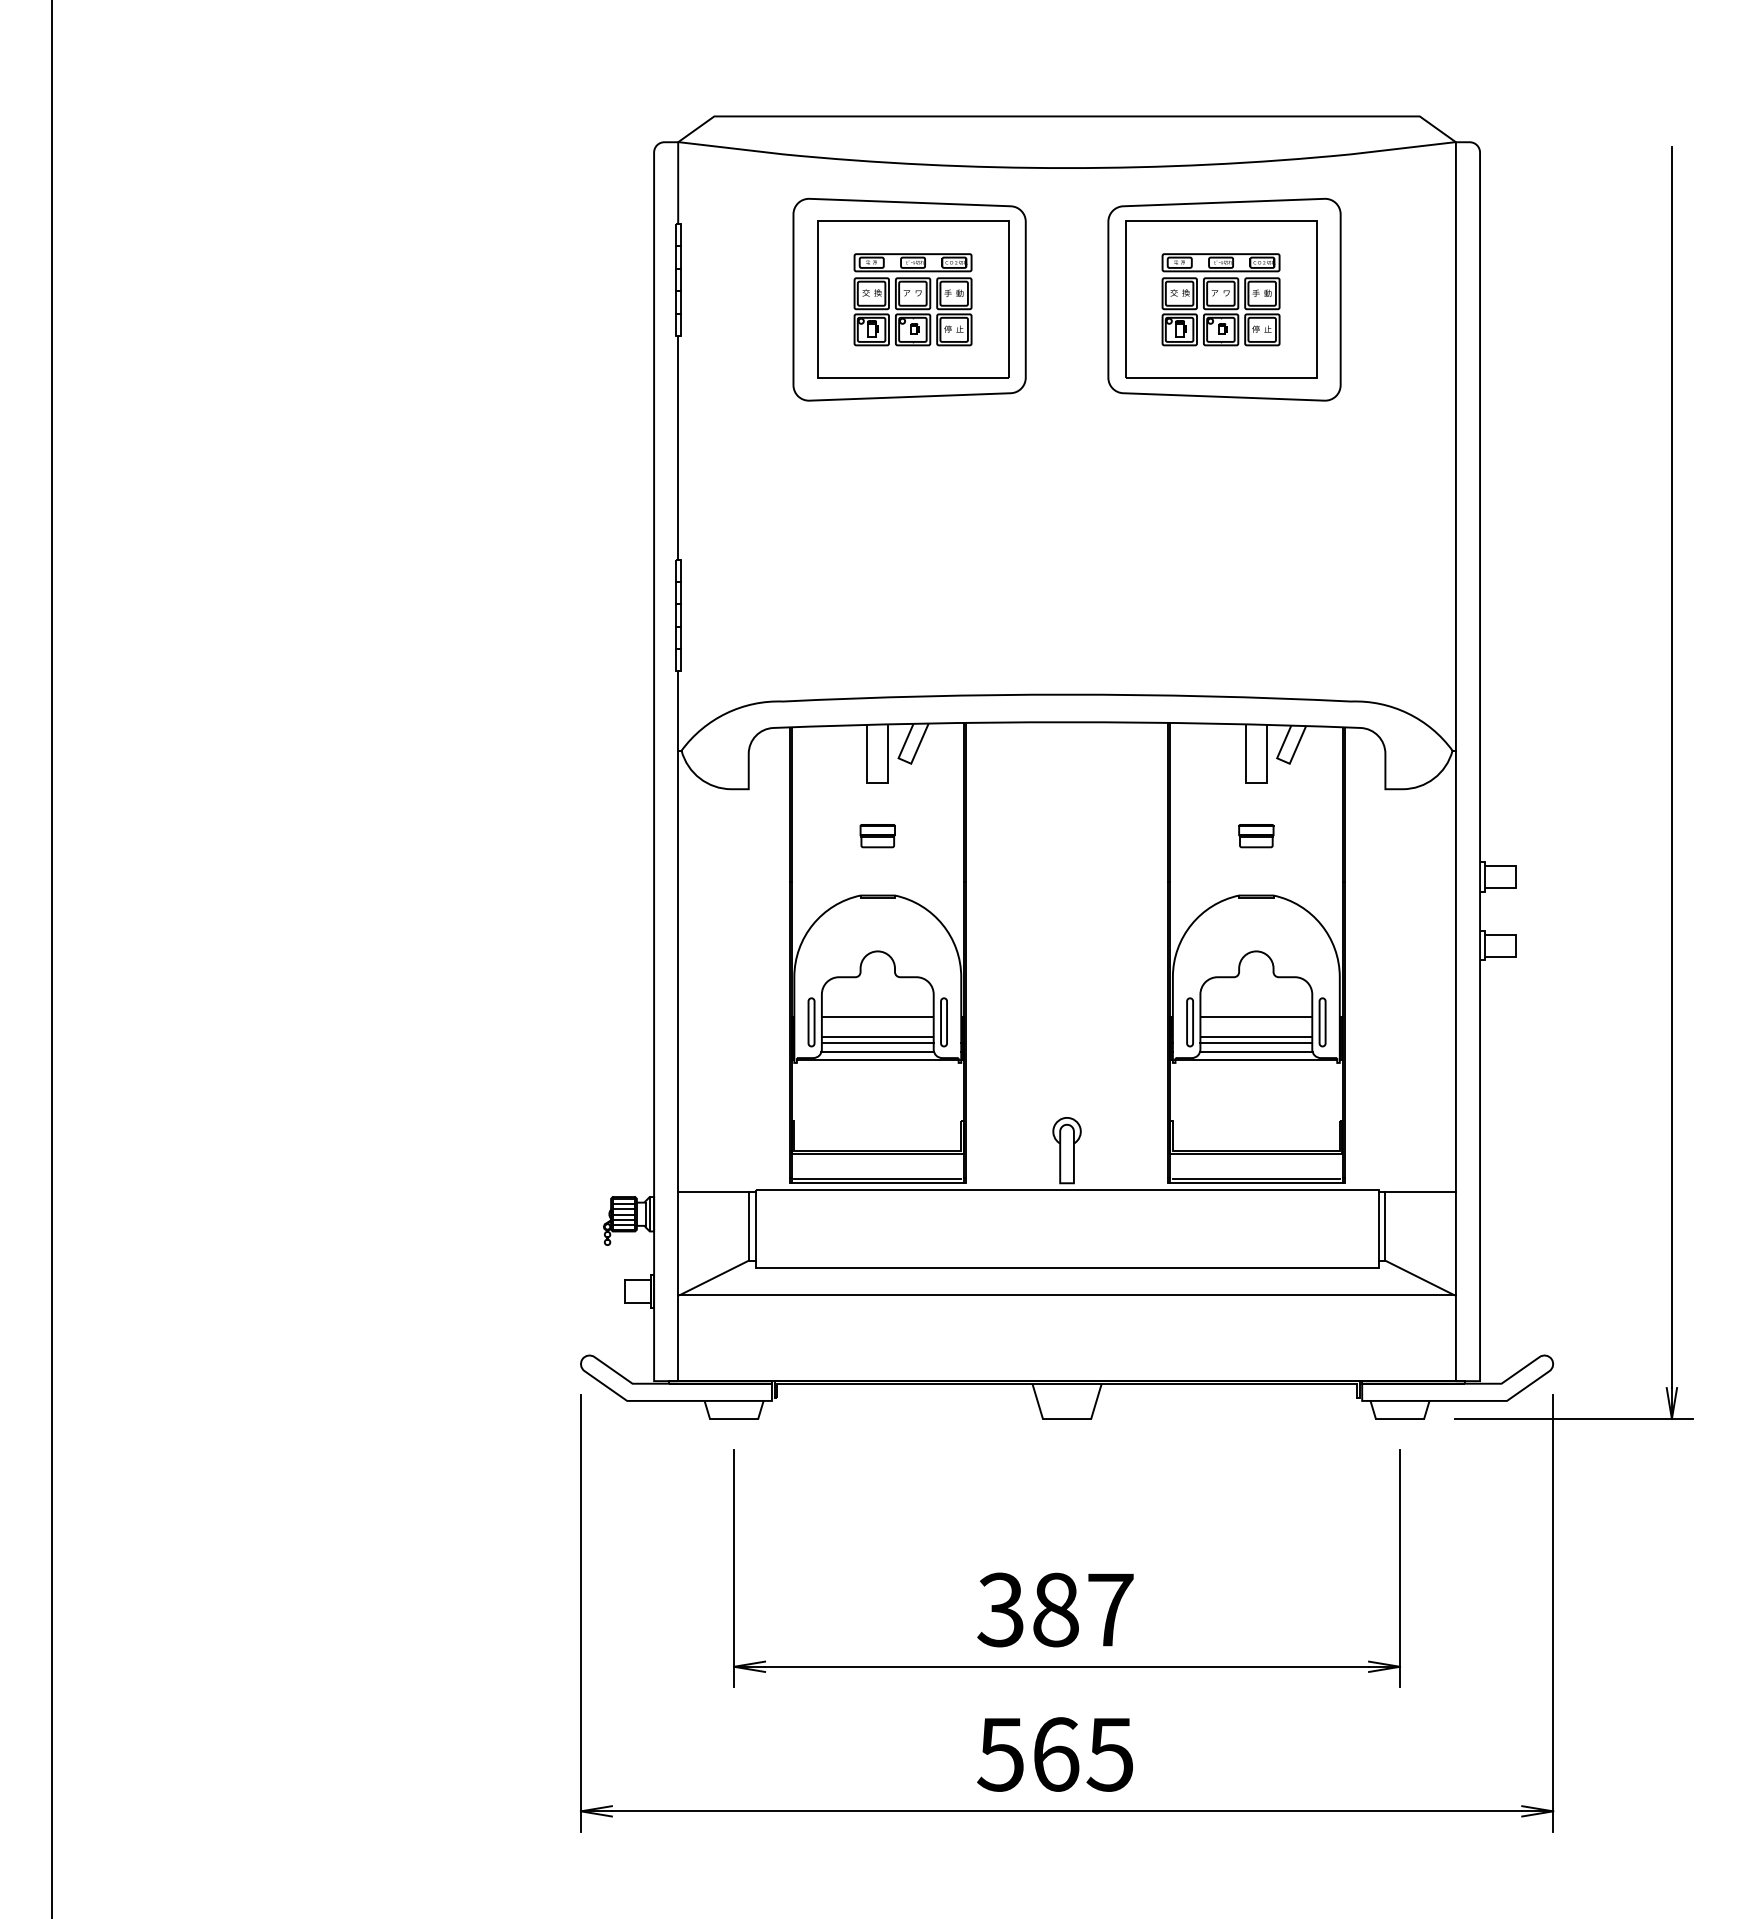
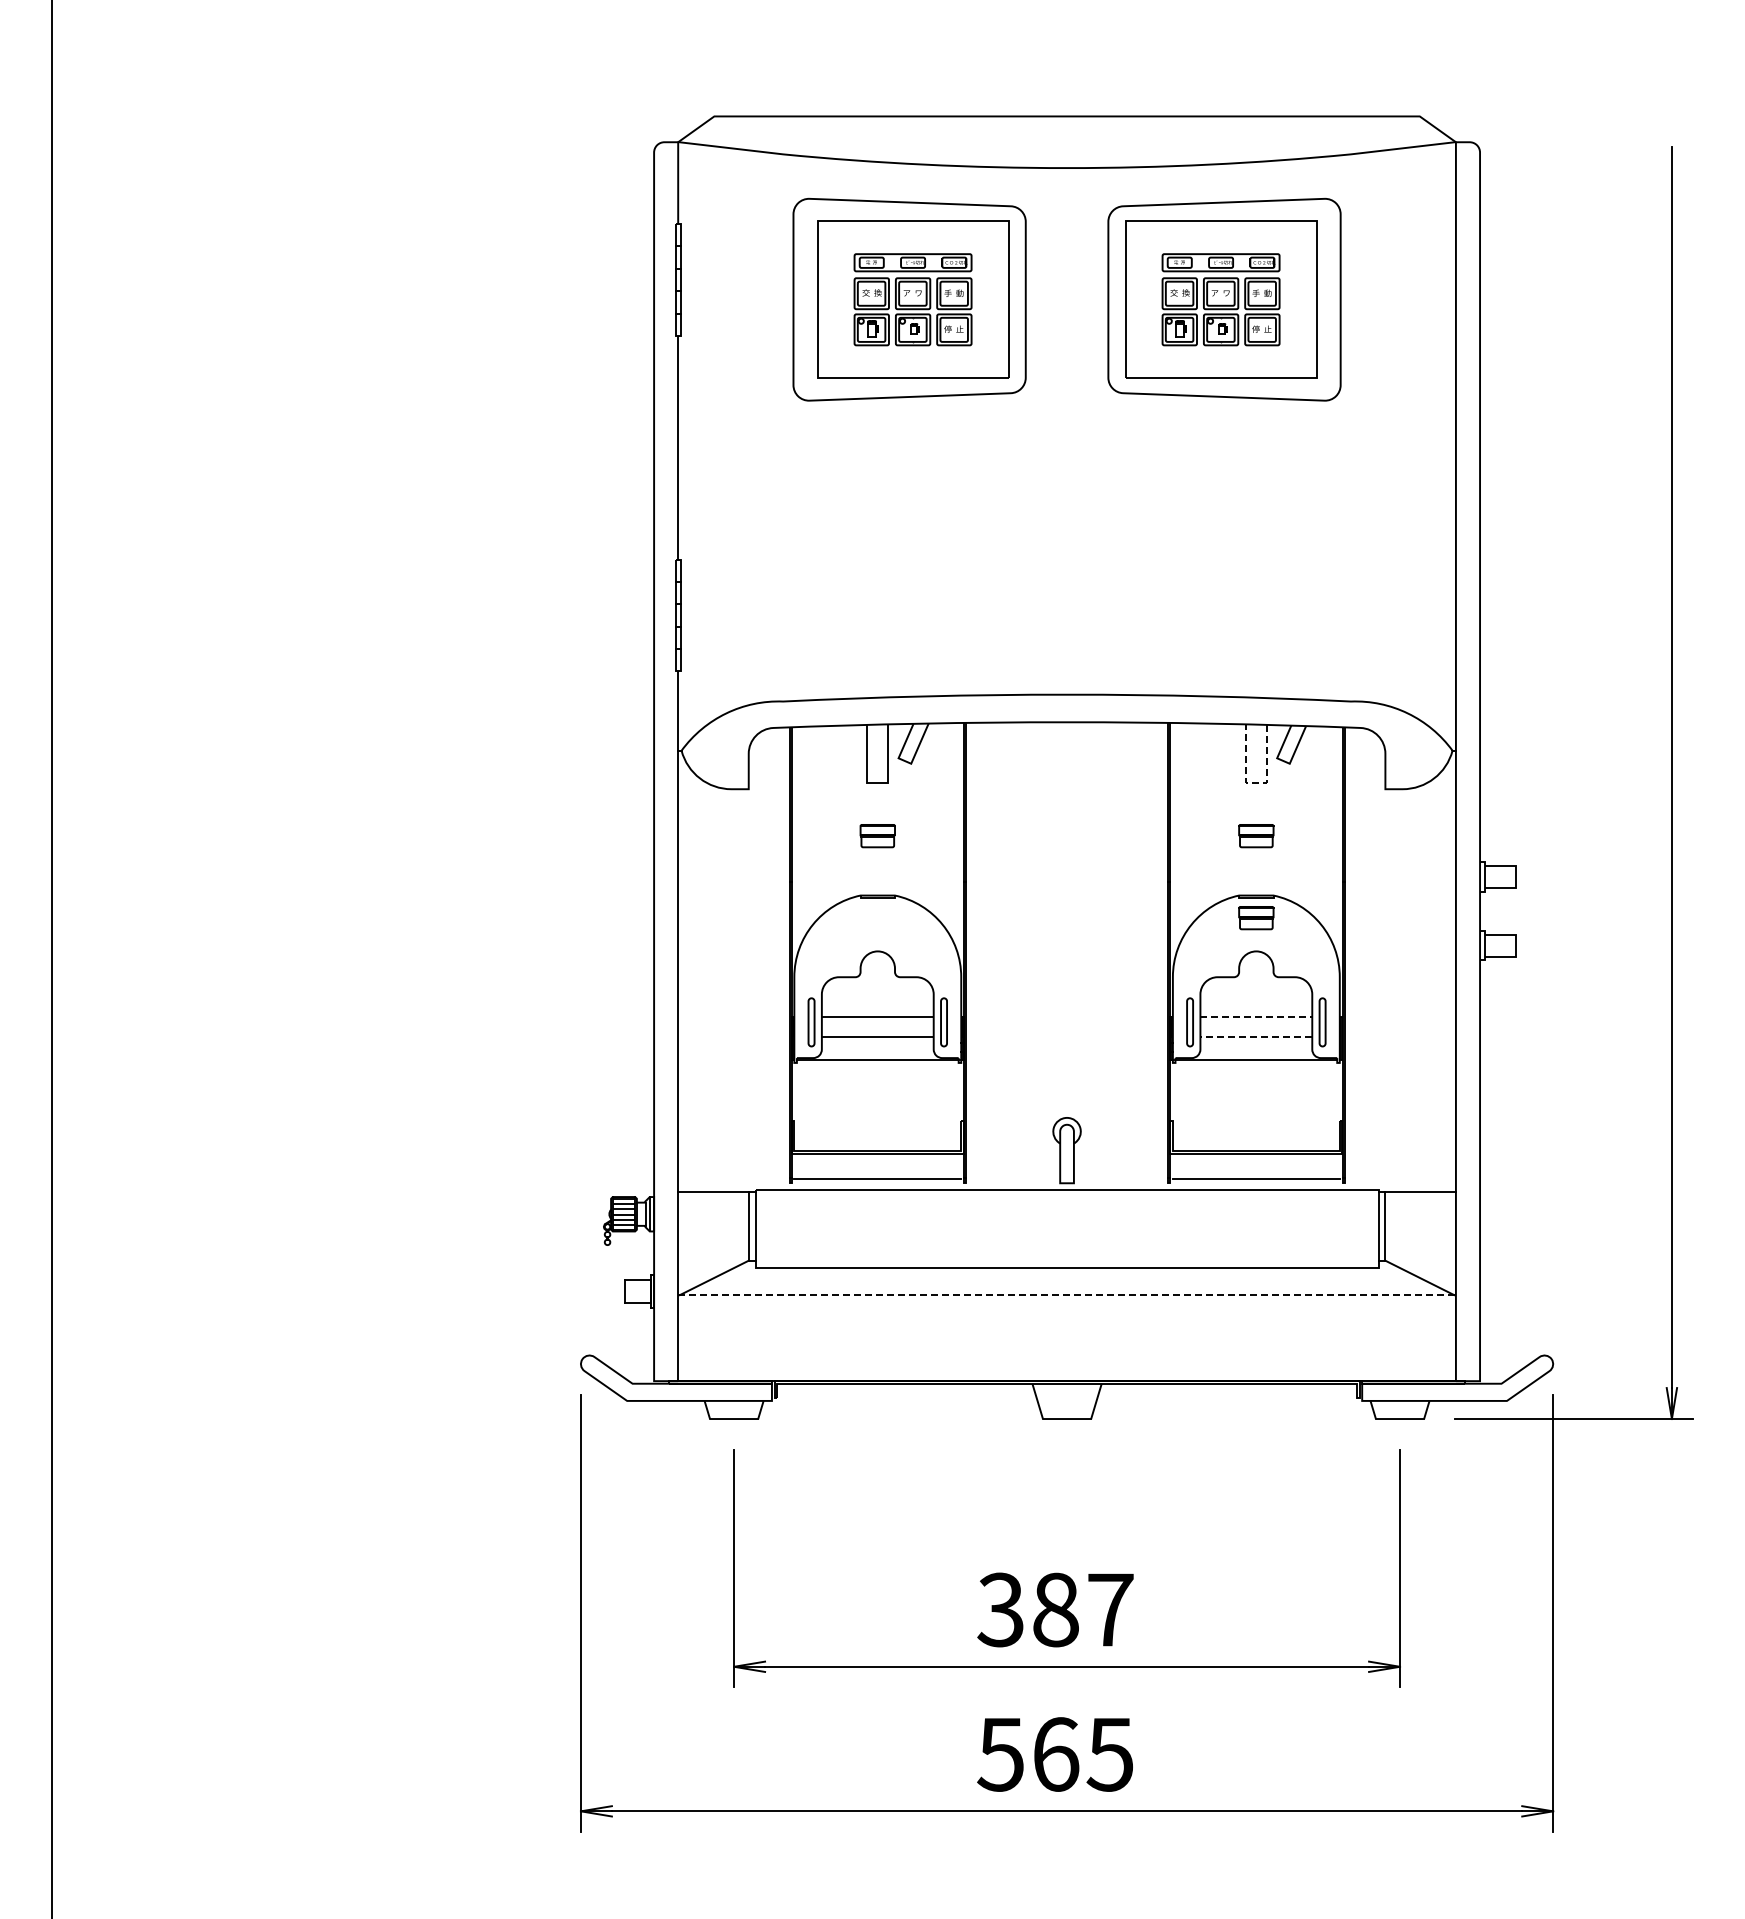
line at (1255, 783): solid -> dashed
part at (1256, 918): none -> present
line at (1256, 1016): solid -> dashed
line at (1256, 1036): solid -> dashed
line at (877, 1043): present -> none
line at (1256, 1043): present -> none
line at (877, 1052): present -> none
line at (1256, 1052): present -> none
line at (877, 1182): present -> none
line at (1256, 1182): present -> none
line at (1067, 1295): solid -> dashed
